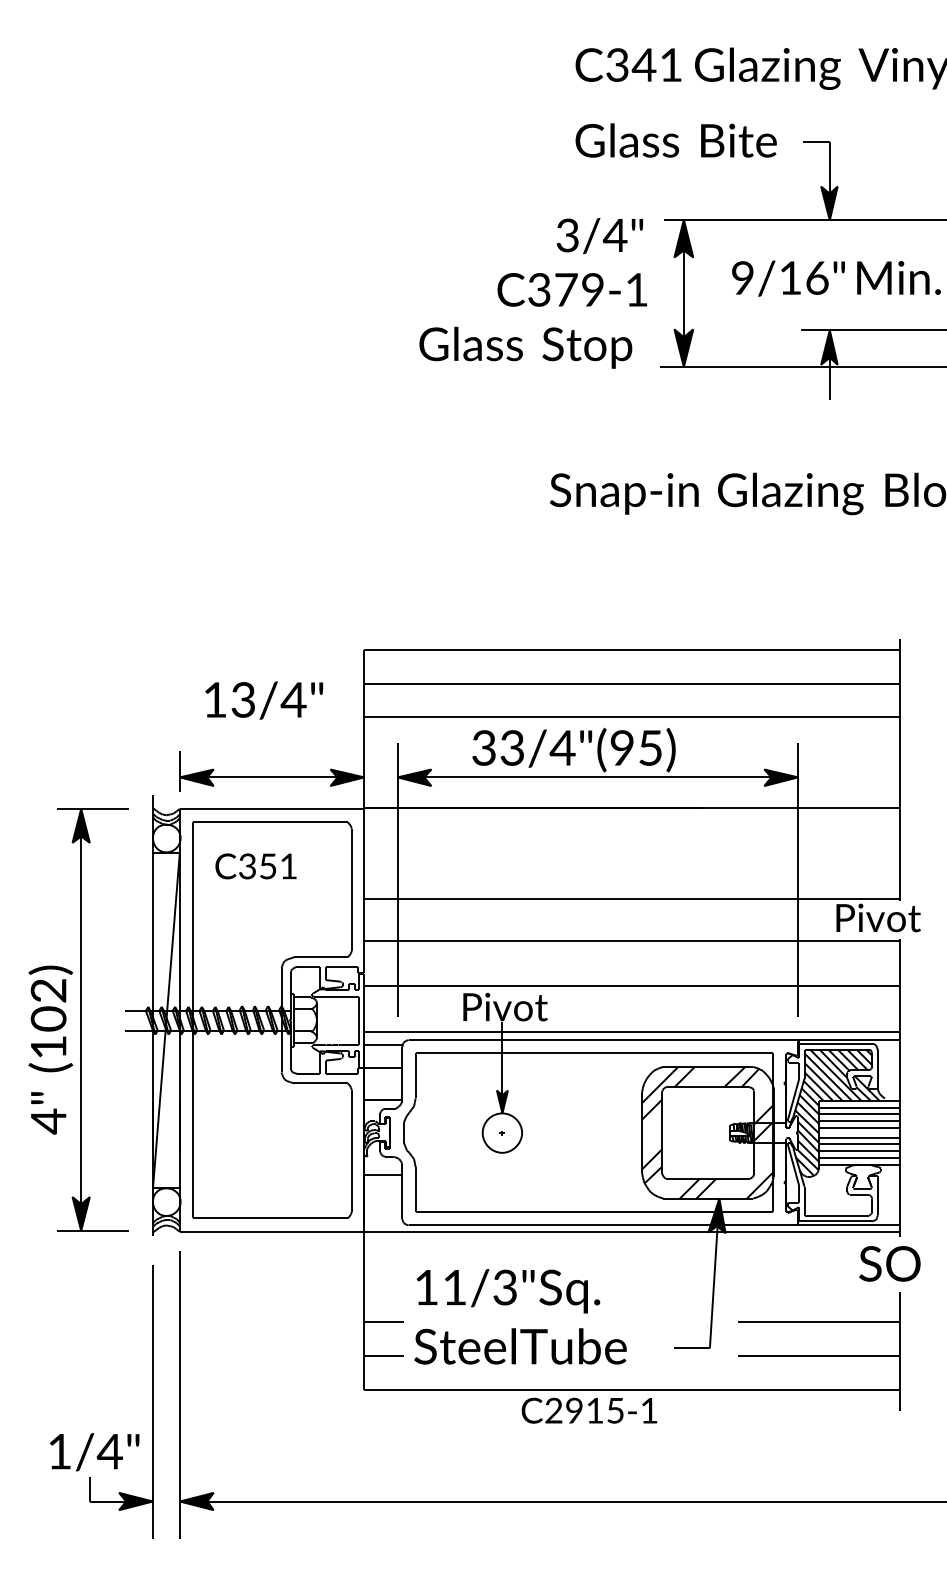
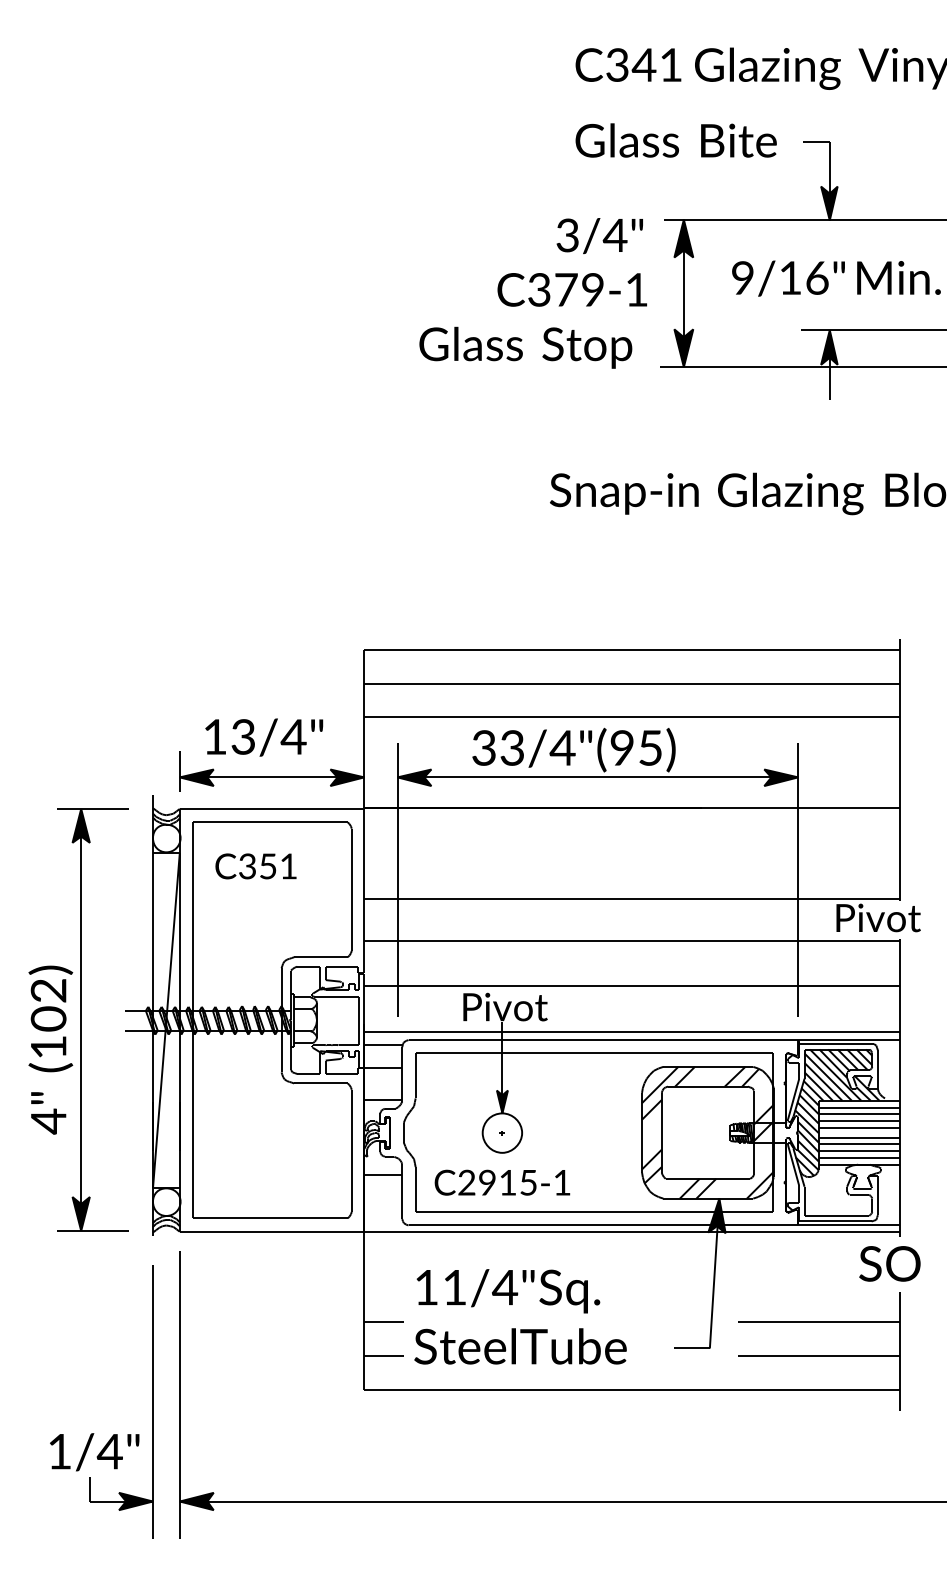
text at (264, 700) position: (264, 700) -> (264, 737)
text at (505, 1287): 11/3"Sq. -> 11/4"Sq.
text at (589, 1410) position: (589, 1410) -> (502, 1182)
